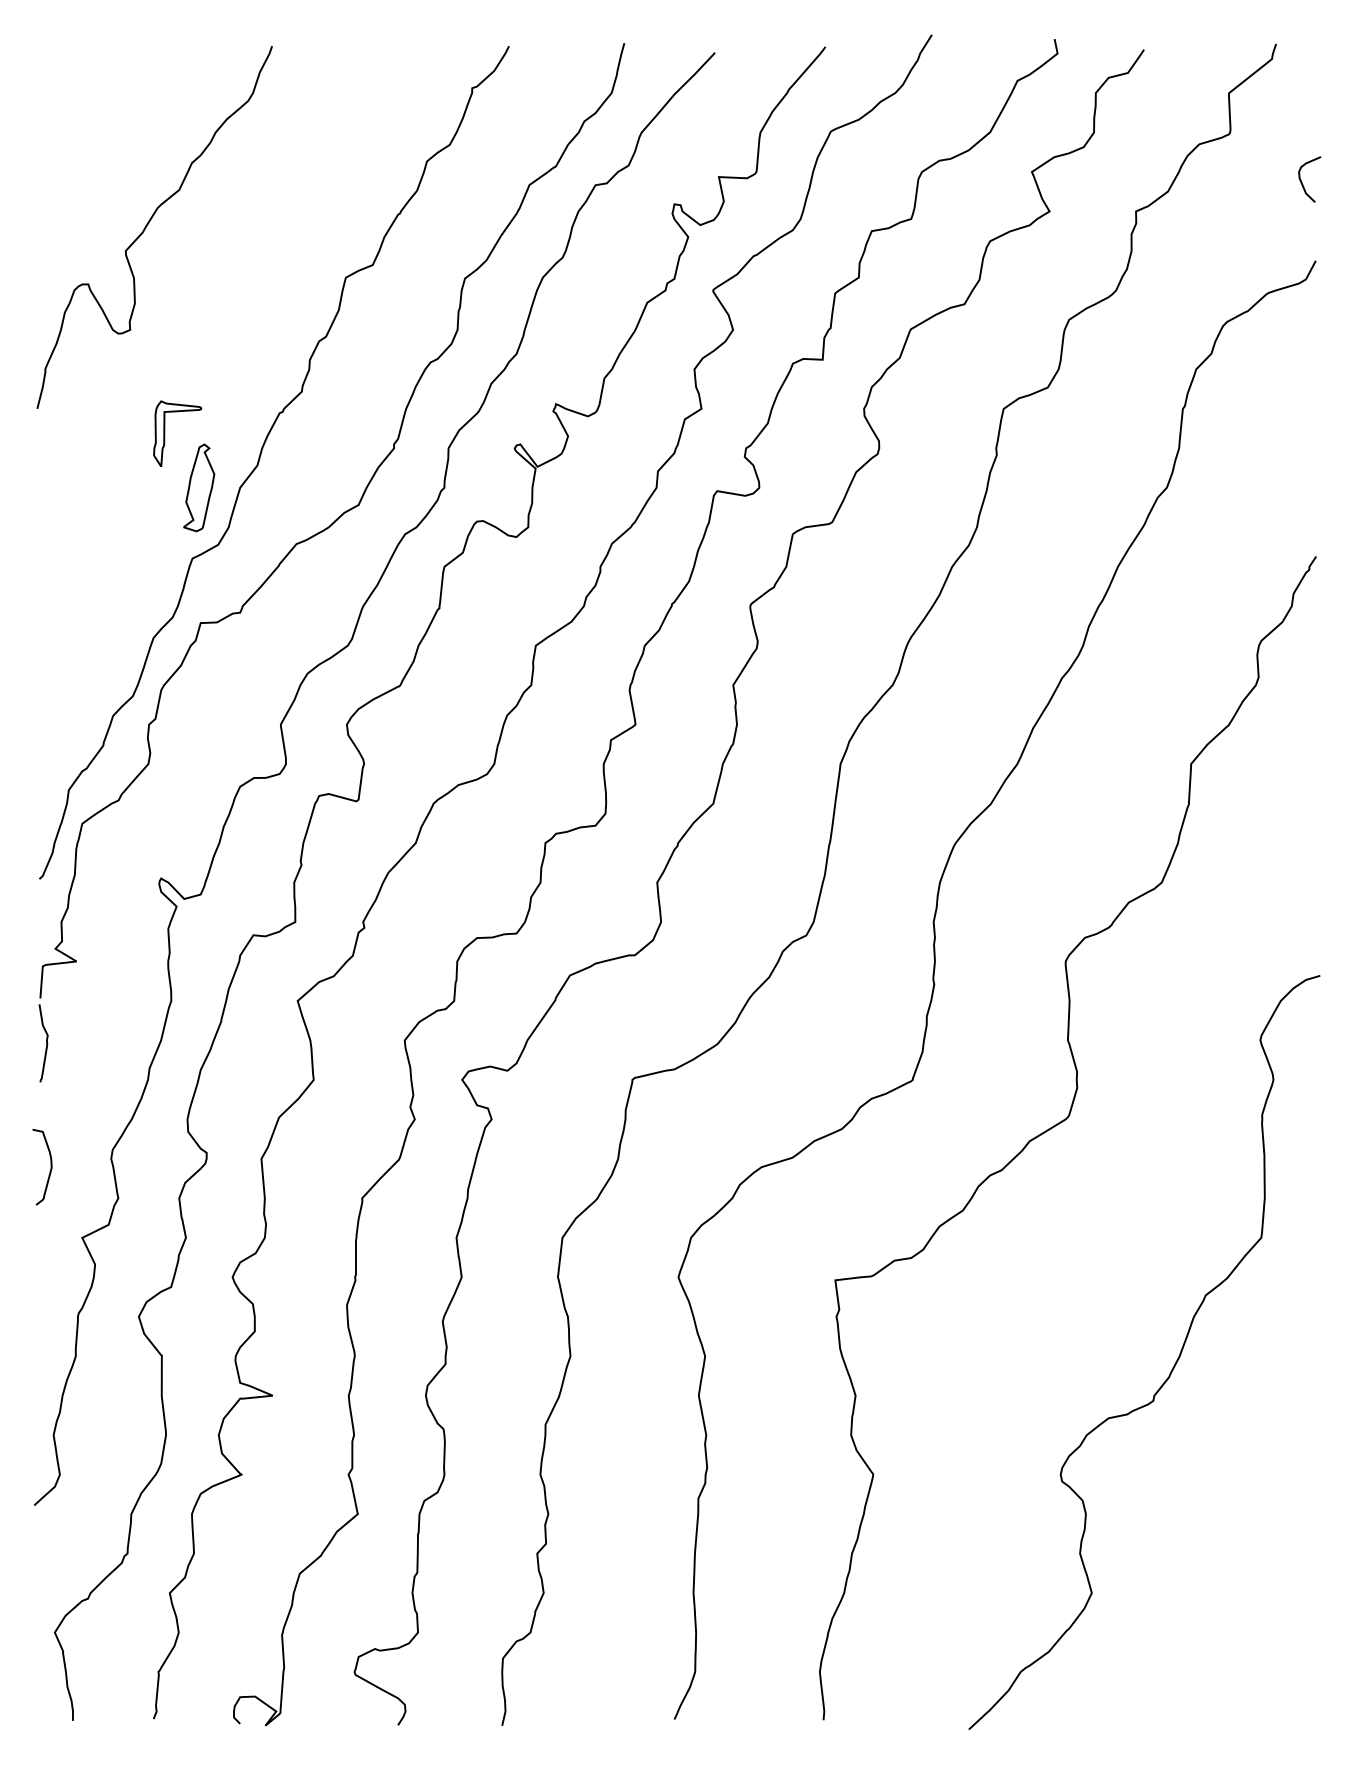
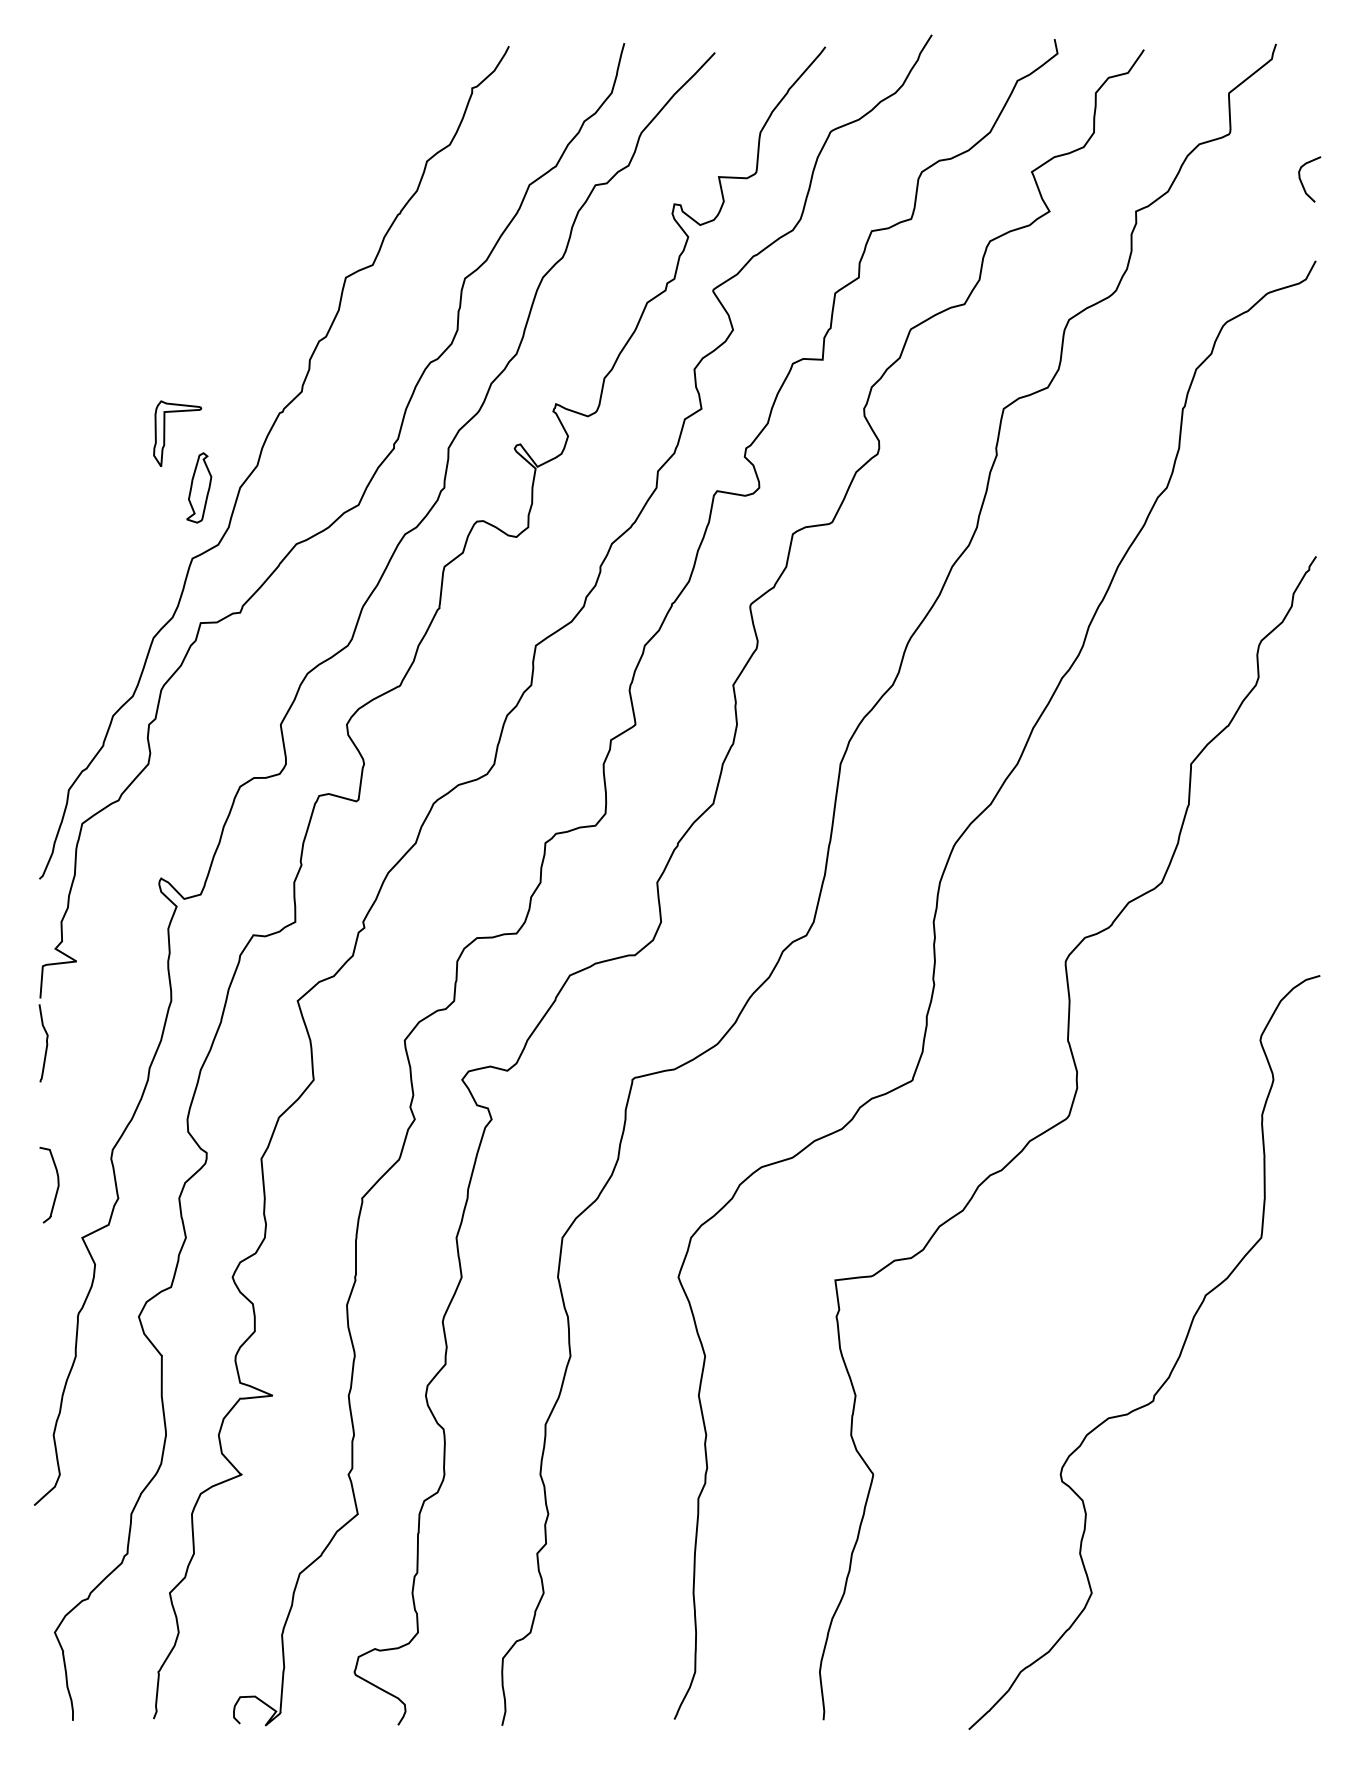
curve at (149, 223): present -> none
part at (199, 487) size: 33x90 px -> 27x72 px
curve at (50, 1166) position: (50, 1166) -> (57, 1184)
